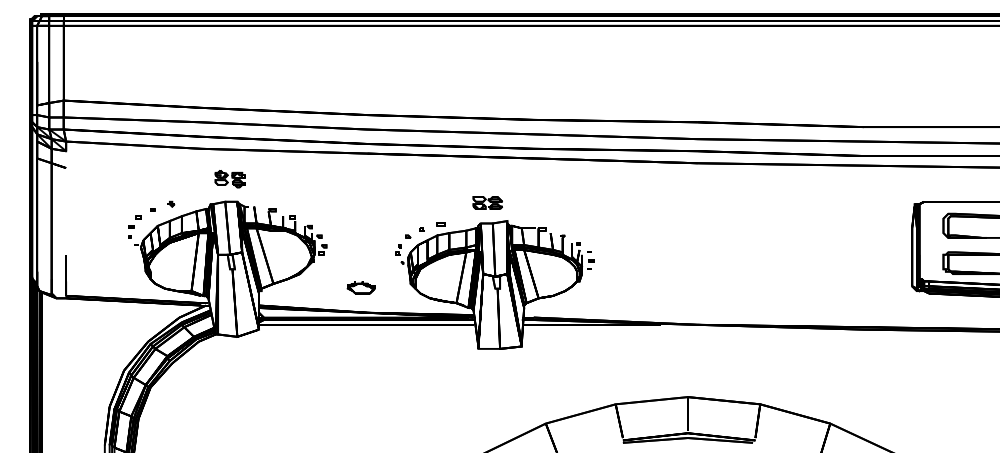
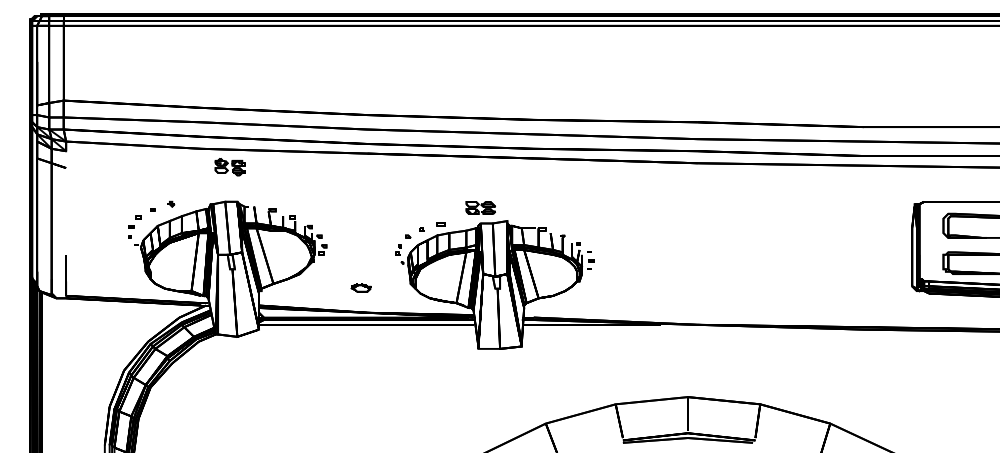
part at (229, 179) position: (229, 179) -> (229, 167)
part at (487, 202) position: (487, 202) -> (480, 207)
part at (360, 287) size: 30x14 px -> 22x10 px
